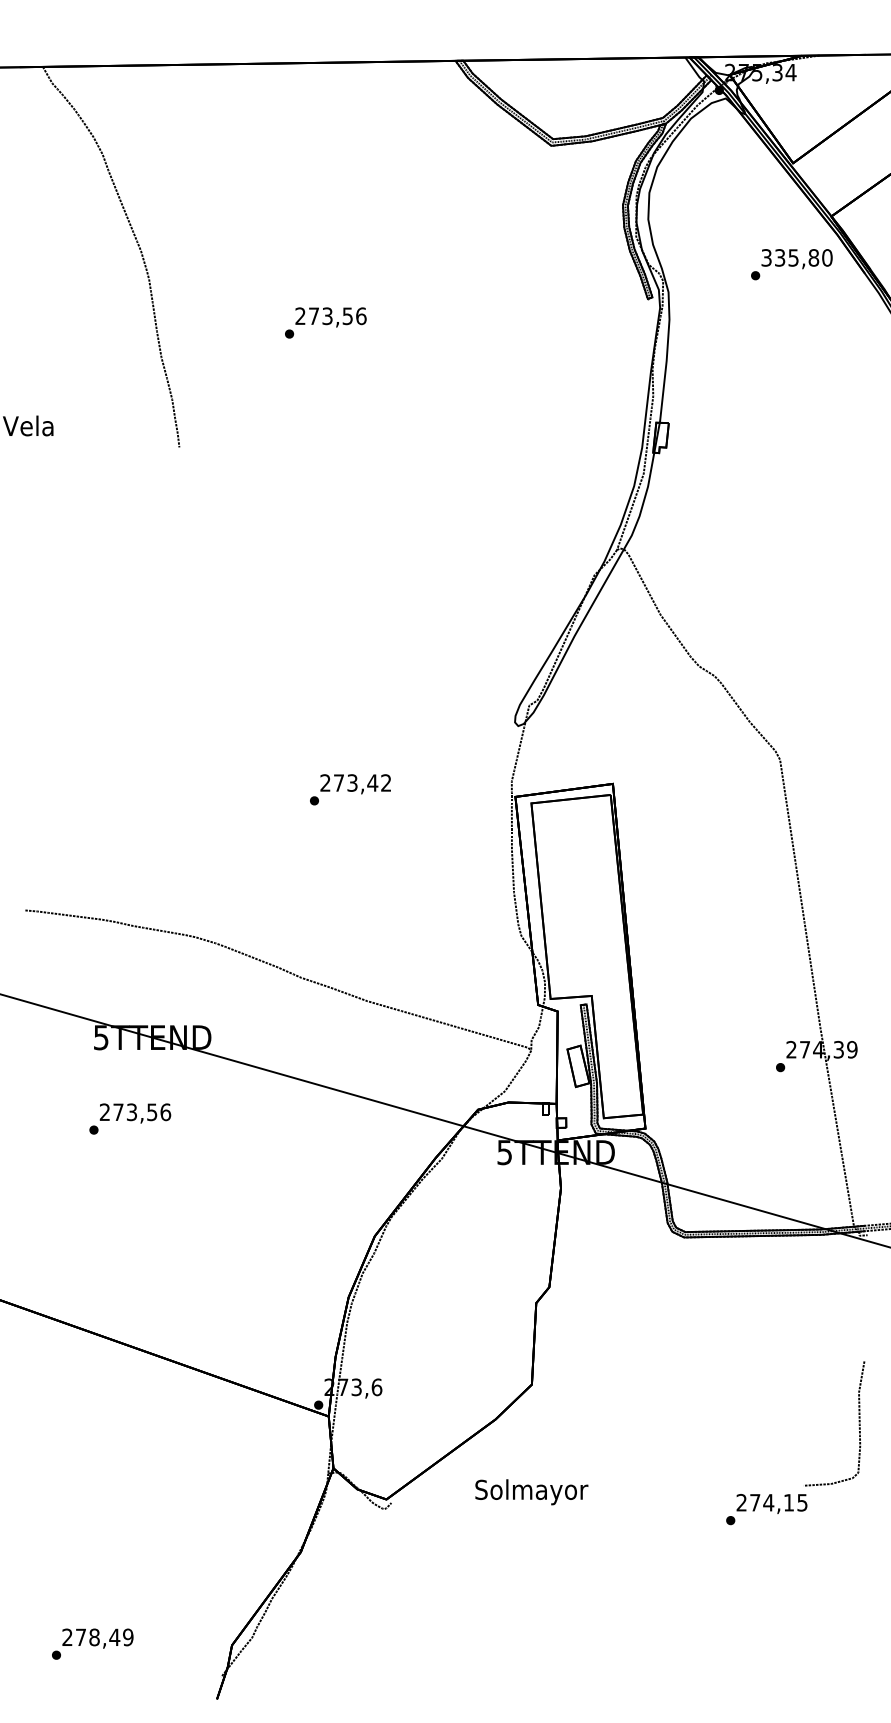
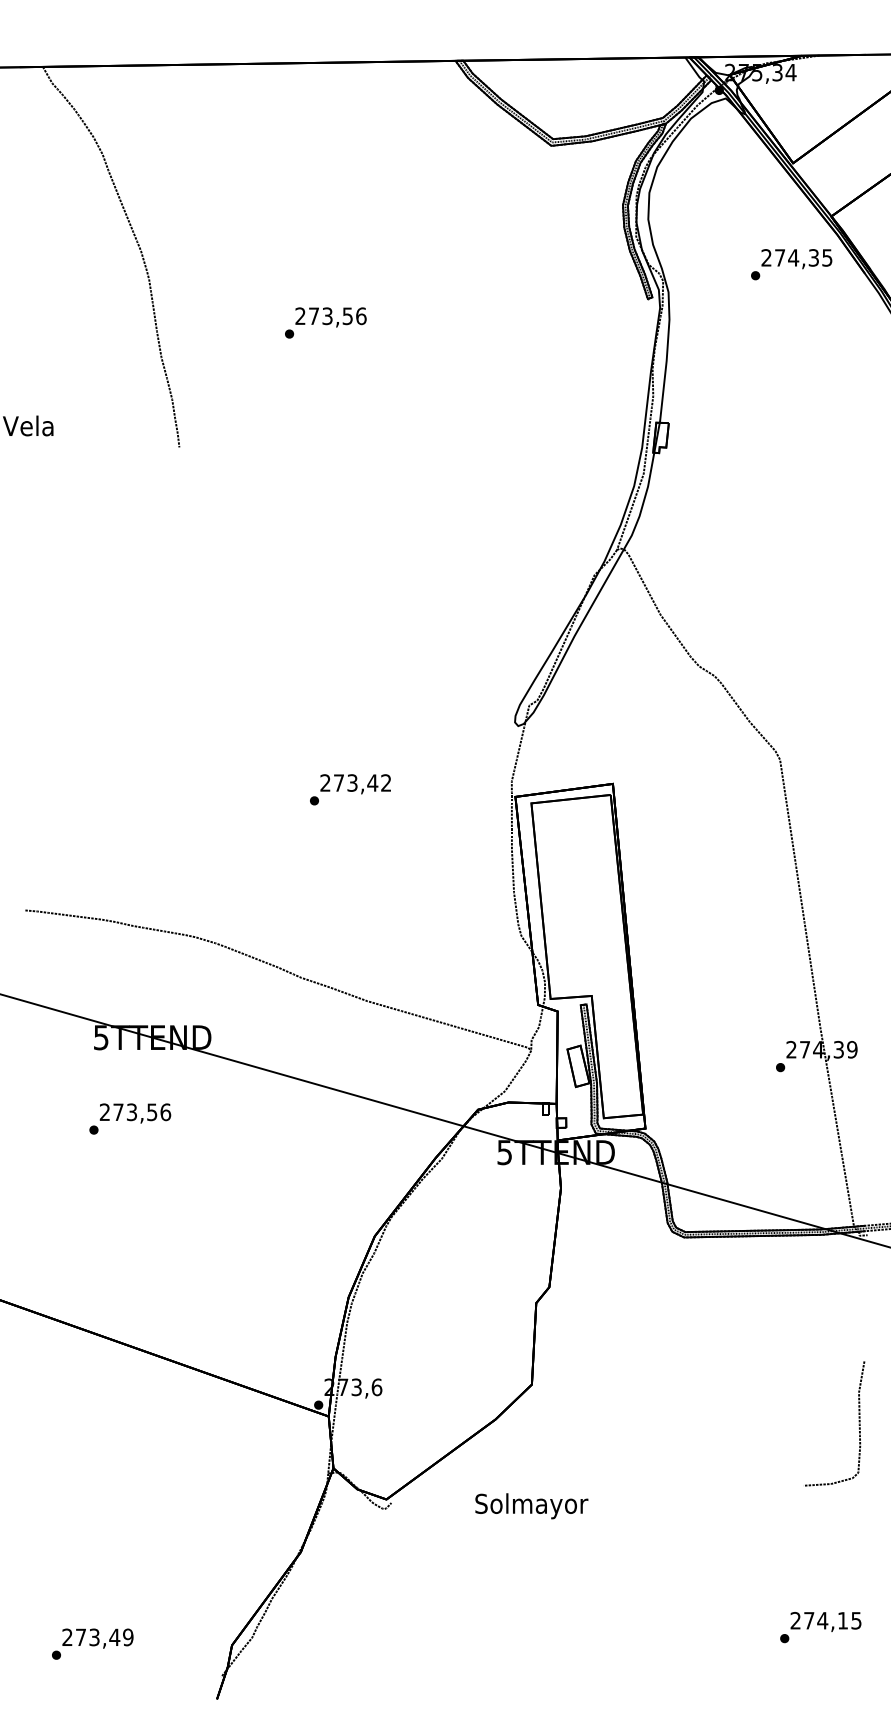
text at (796, 257): 335,80 -> 274,35
text at (531, 1492) position: (531, 1492) -> (531, 1506)
text at (766, 1509) position: (766, 1509) -> (820, 1627)
text at (94, 1637): 278,49 -> 273,49
